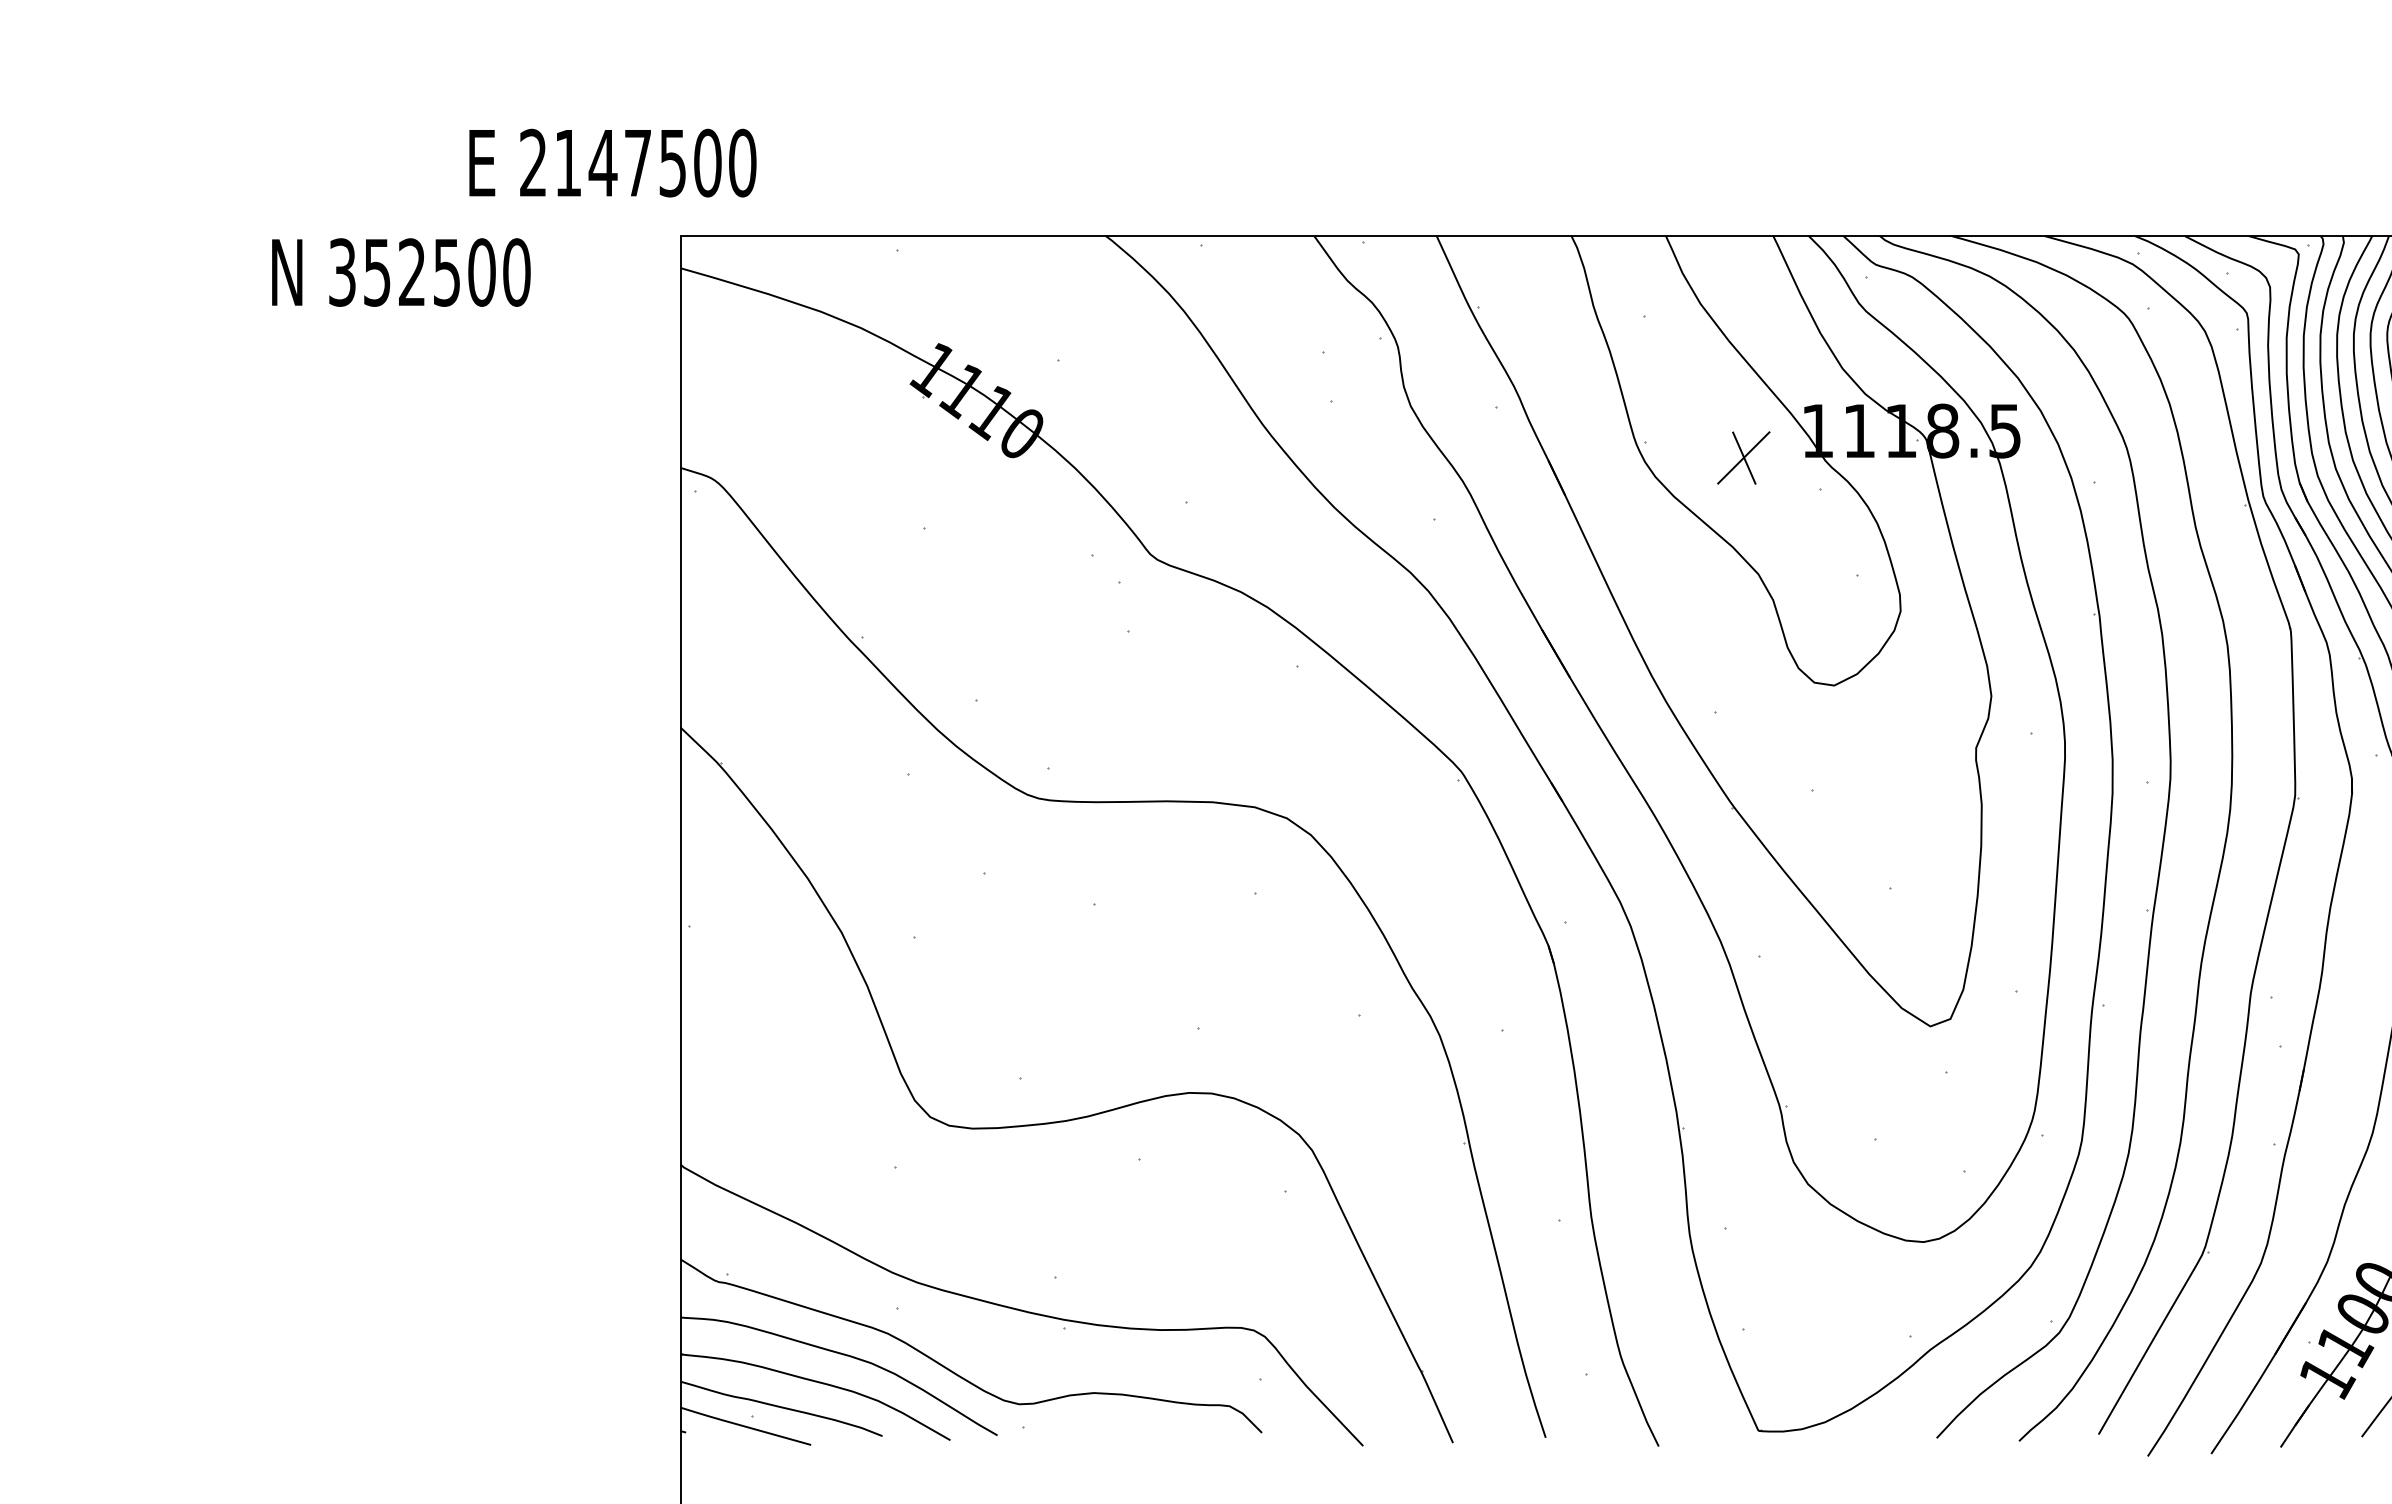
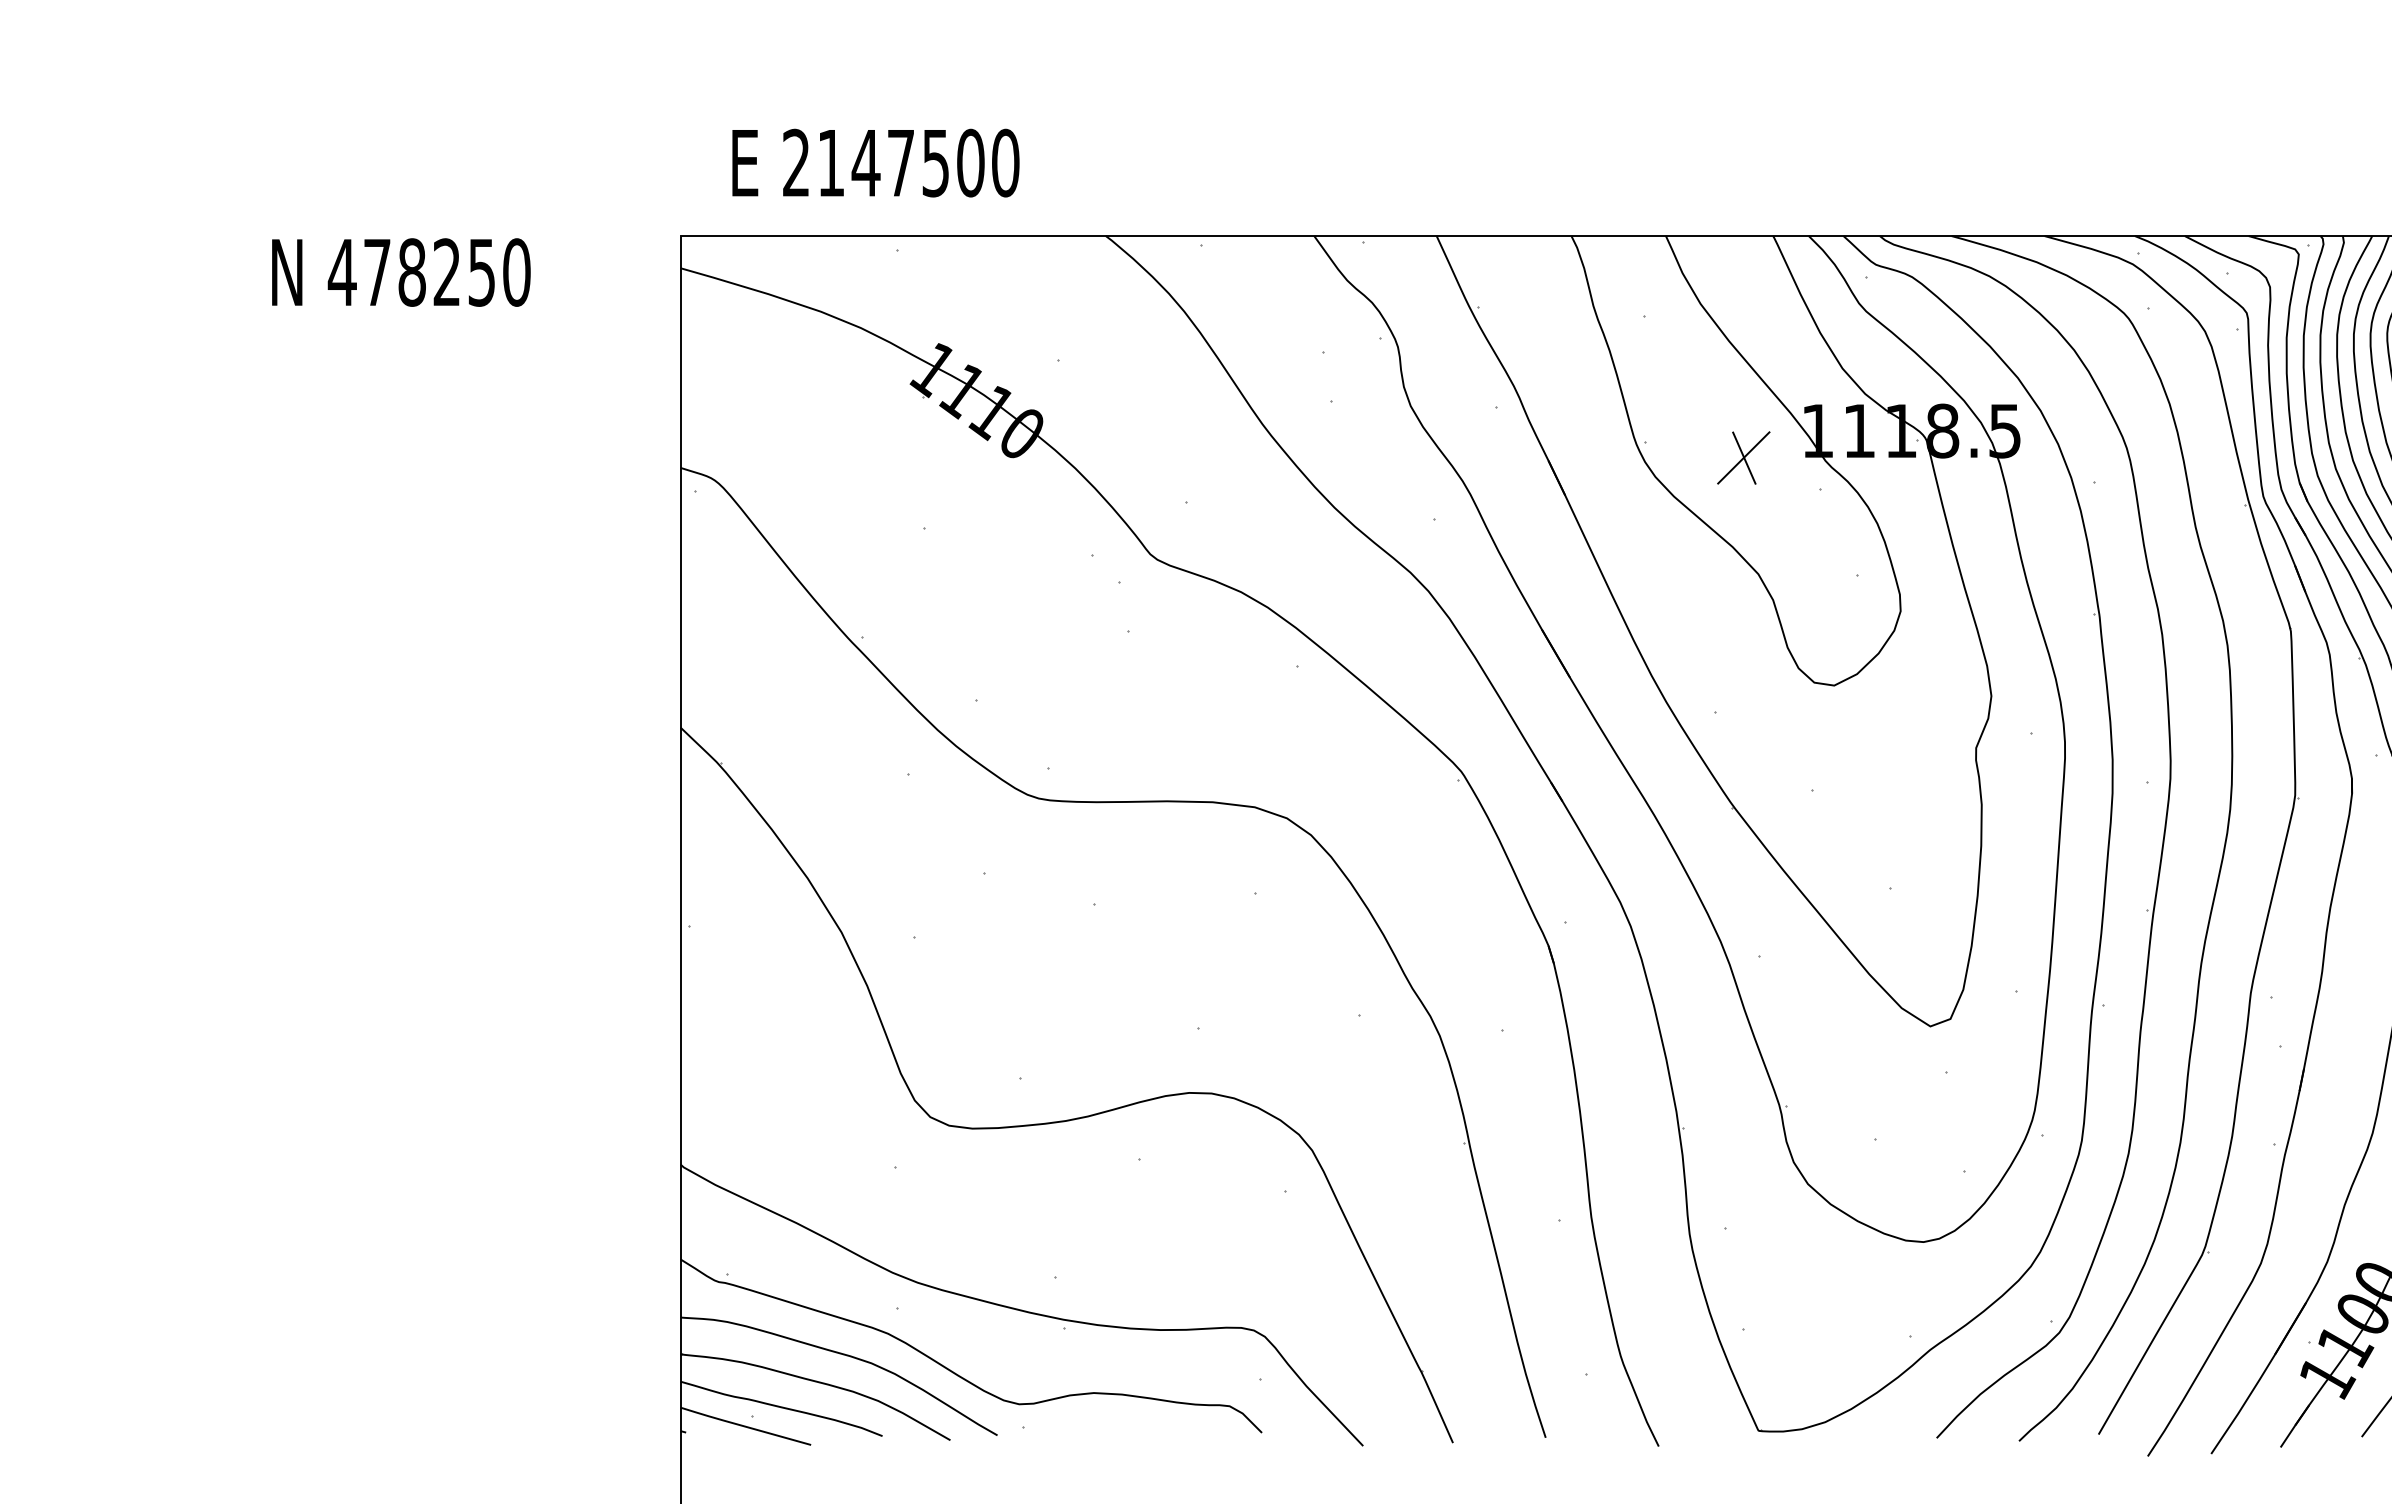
text at (612, 162) position: (612, 162) -> (875, 162)
text at (411, 272): 352500 -> 478250
